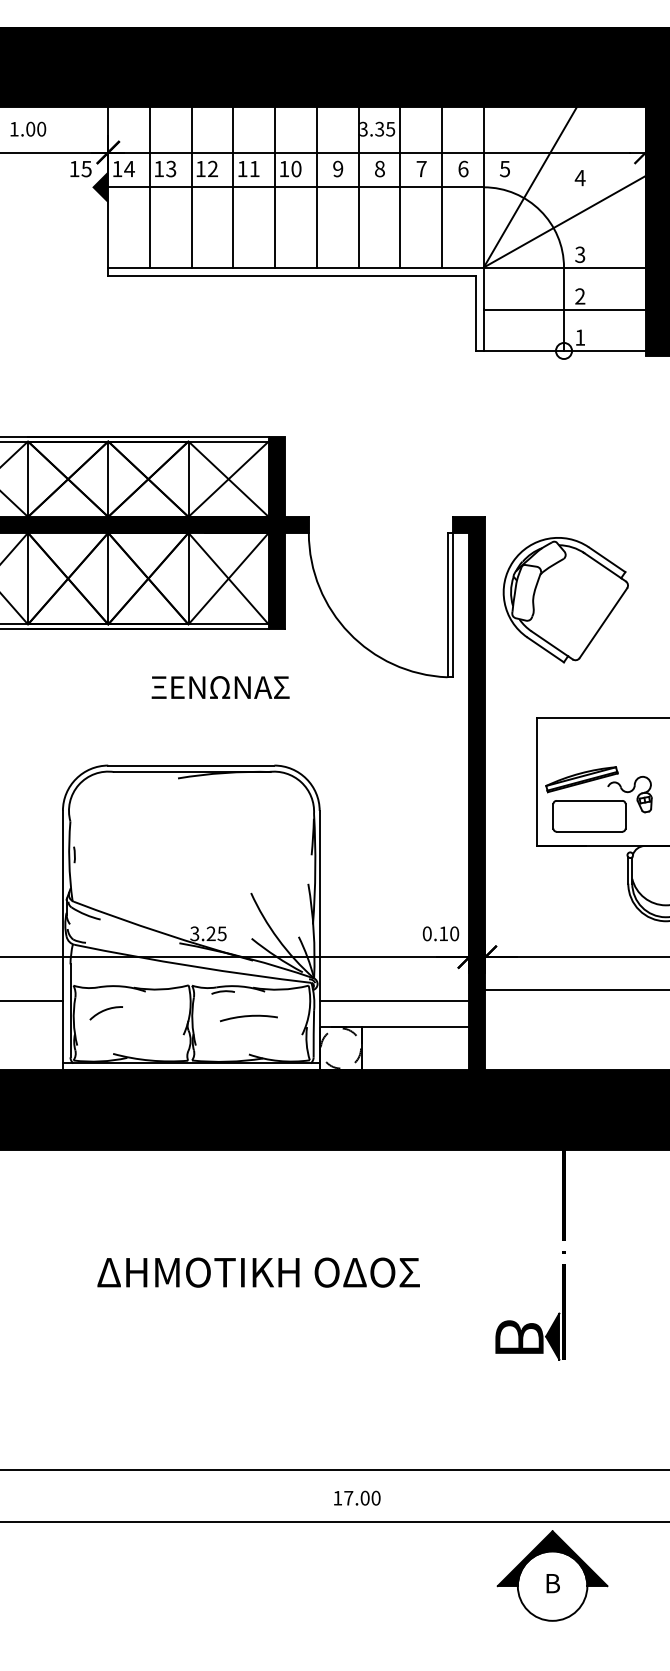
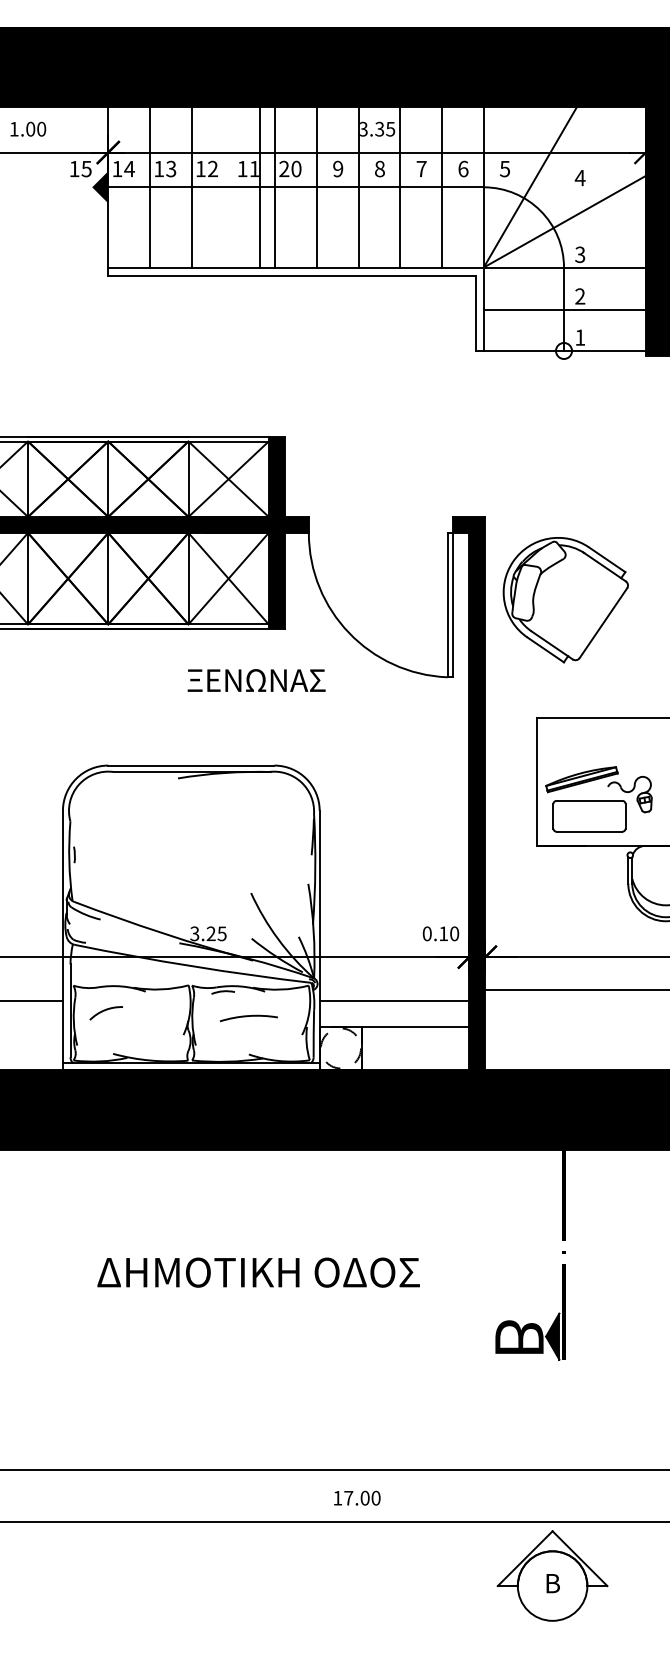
text at (284, 168): 10 -> 20
line at (233, 187) position: (233, 187) -> (260, 187)
text at (220, 687) position: (220, 687) -> (256, 680)
fill at (552, 1558): present -> none
